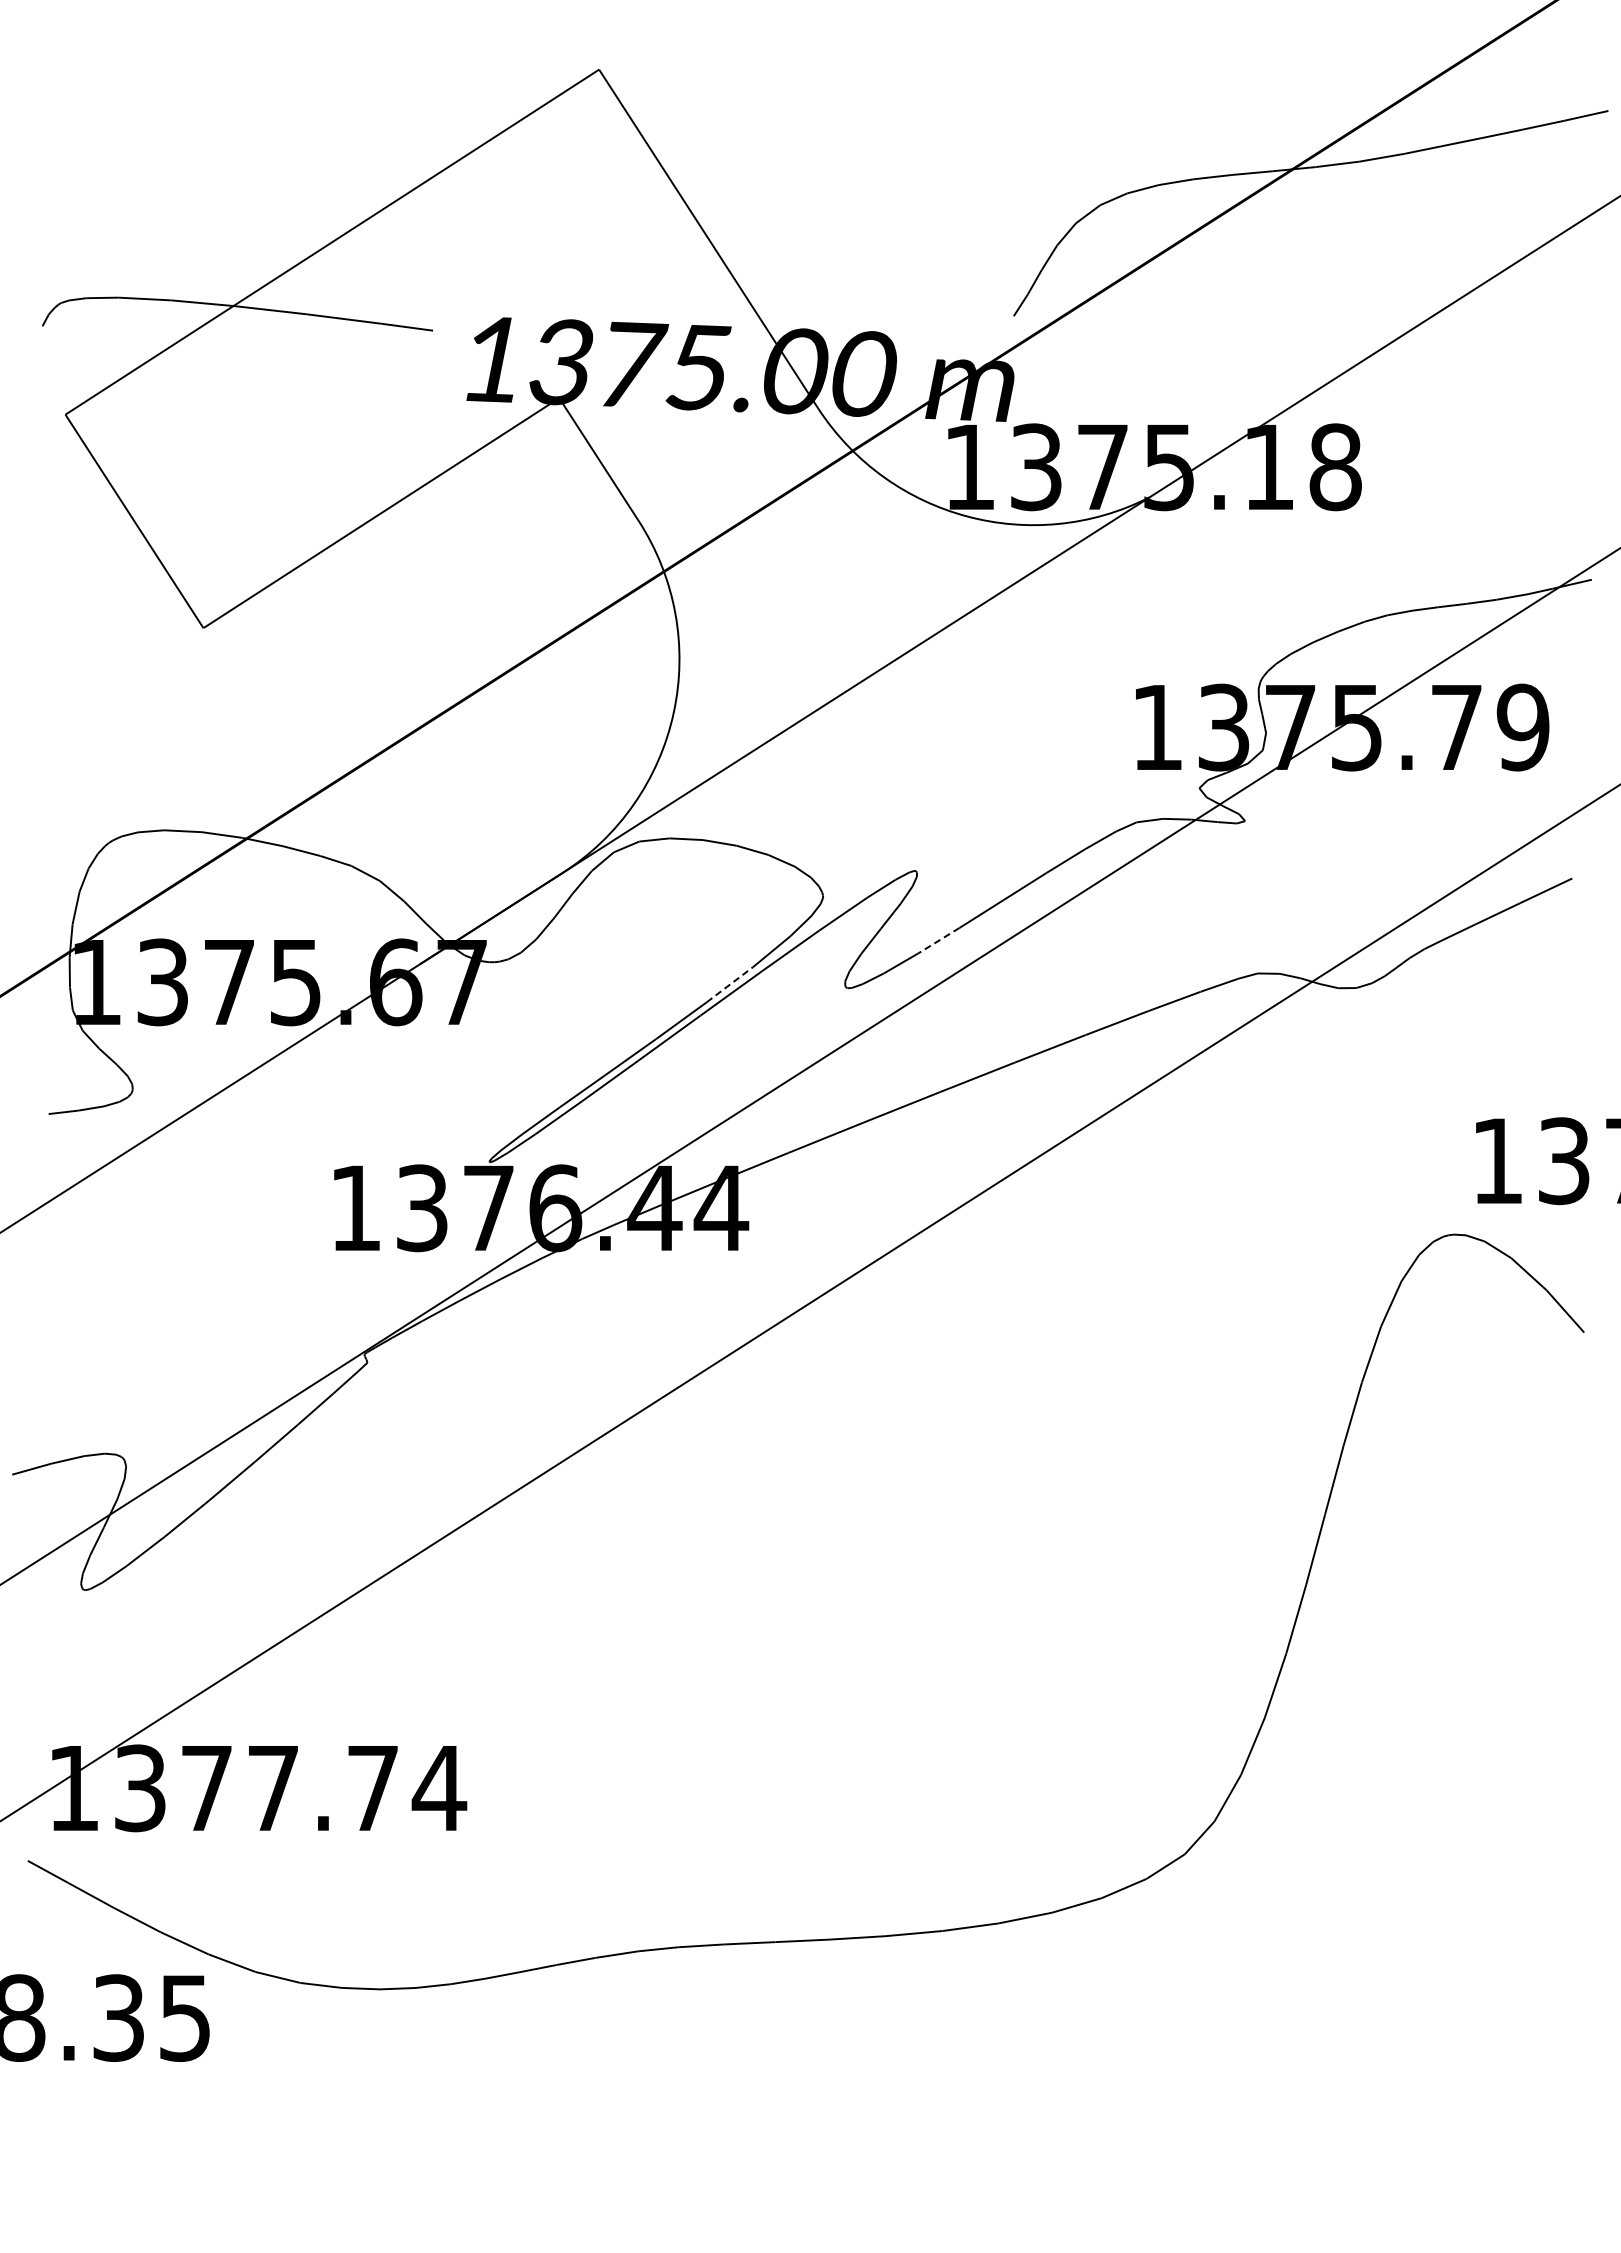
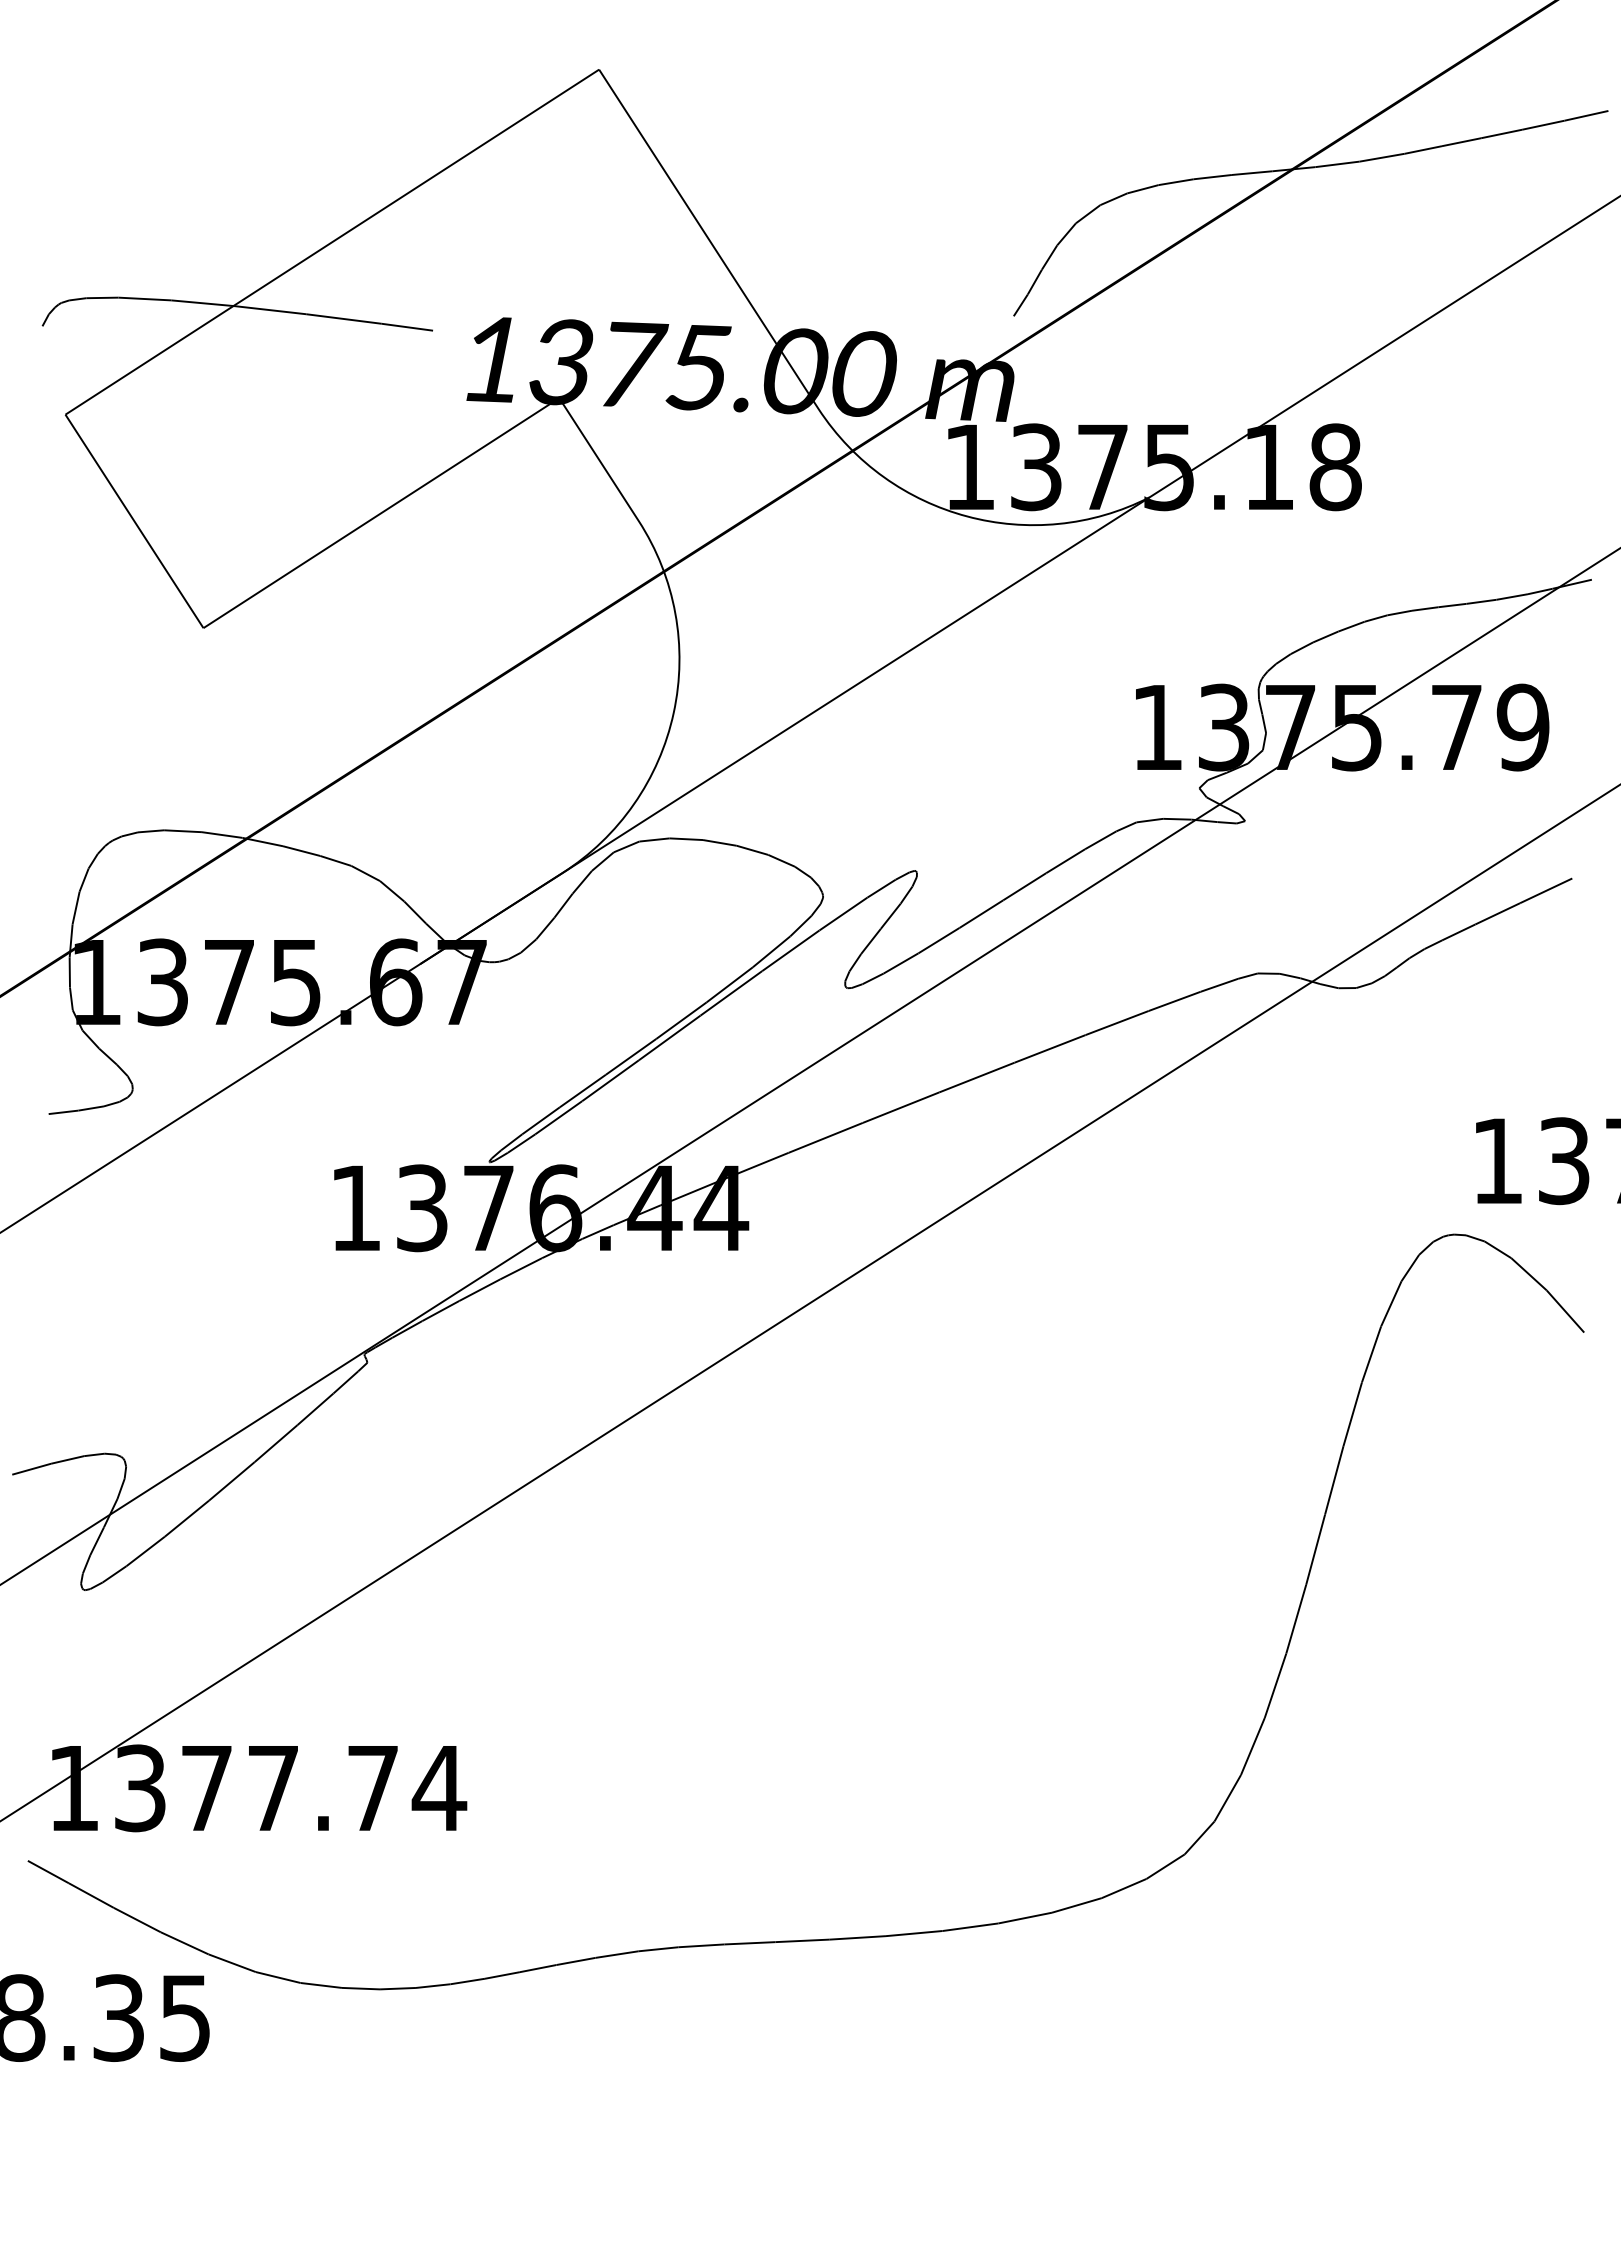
line at (938, 940): dashed -> solid
line at (729, 984): dashed -> solid
